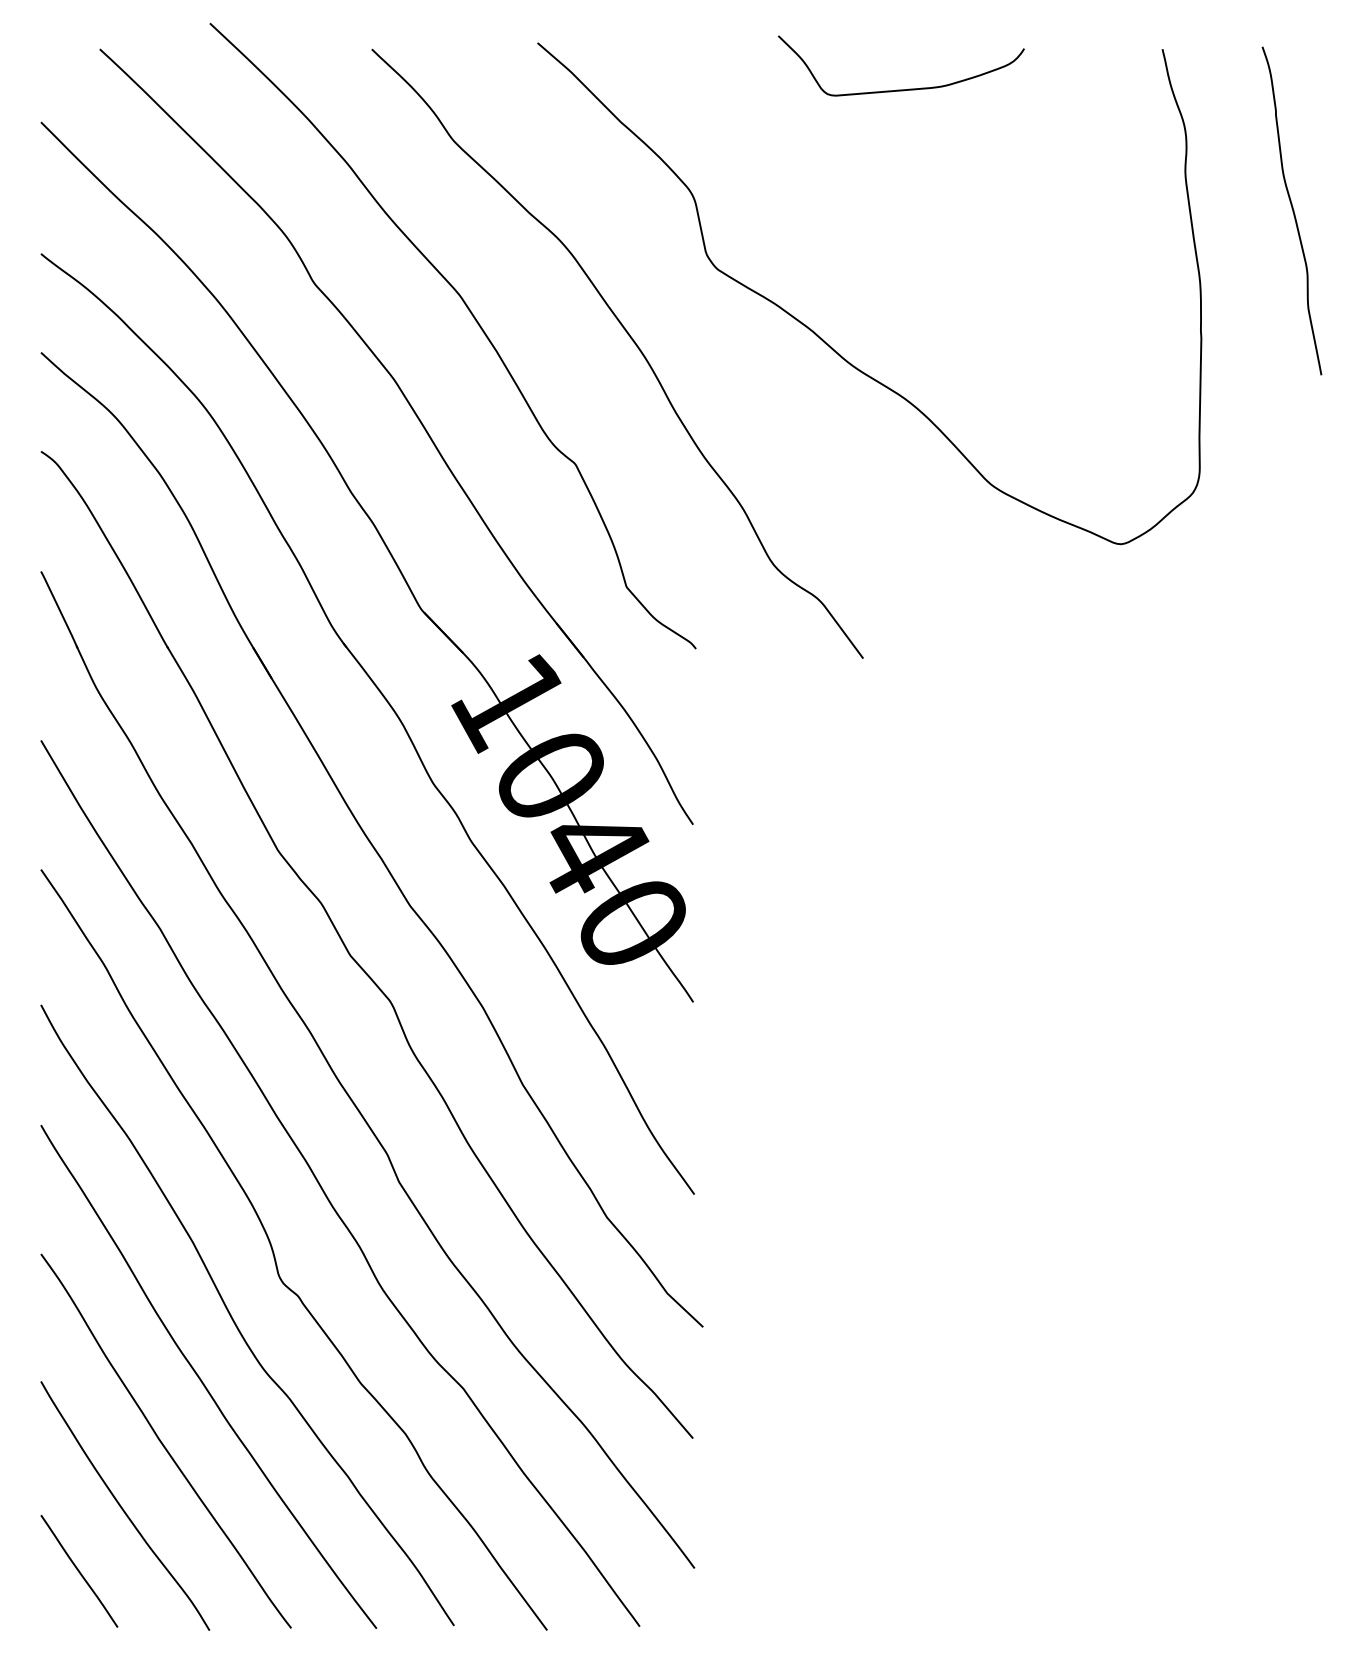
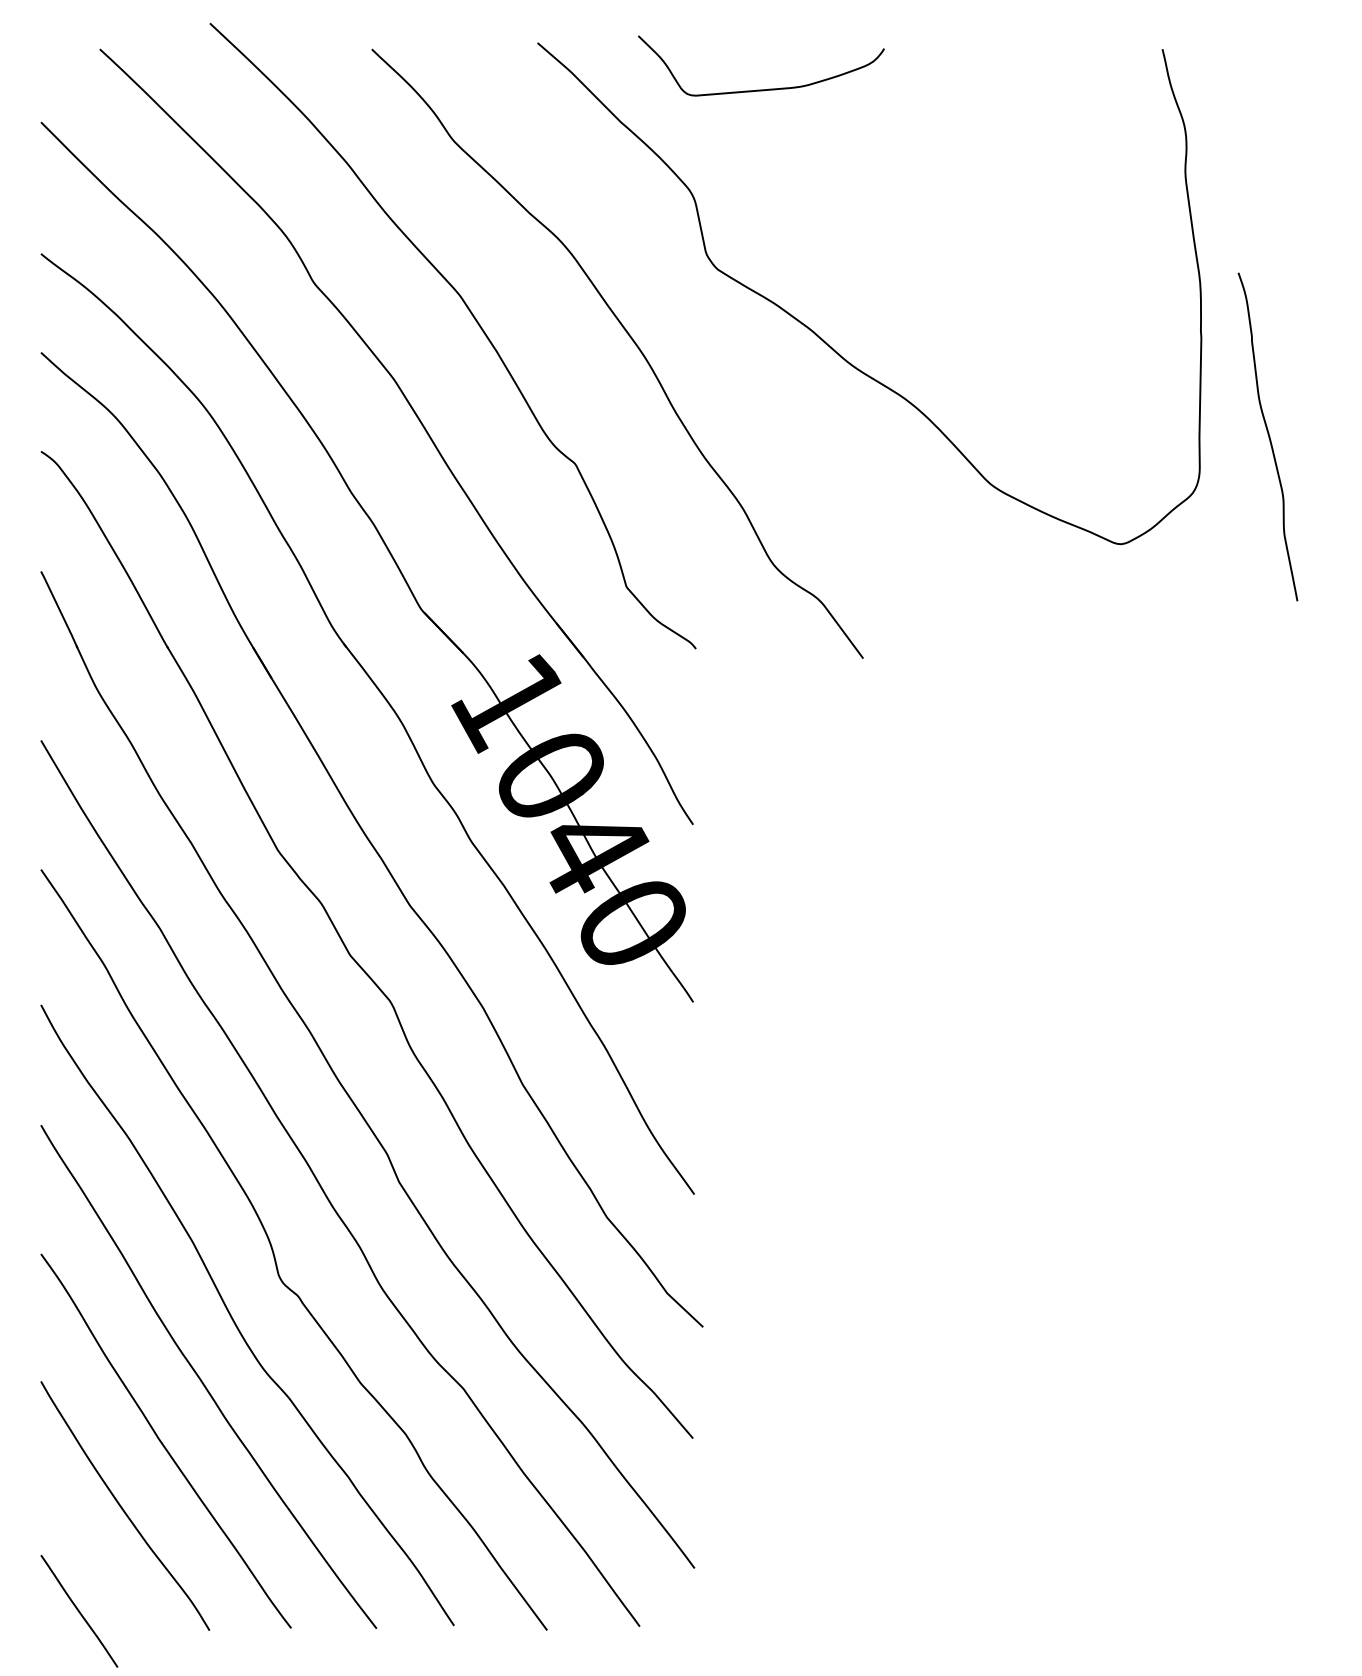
curve at (901, 89) position: (901, 89) -> (761, 89)
curve at (1292, 210) position: (1292, 210) -> (1268, 436)
line at (79, 1571) position: (79, 1571) -> (79, 1611)
